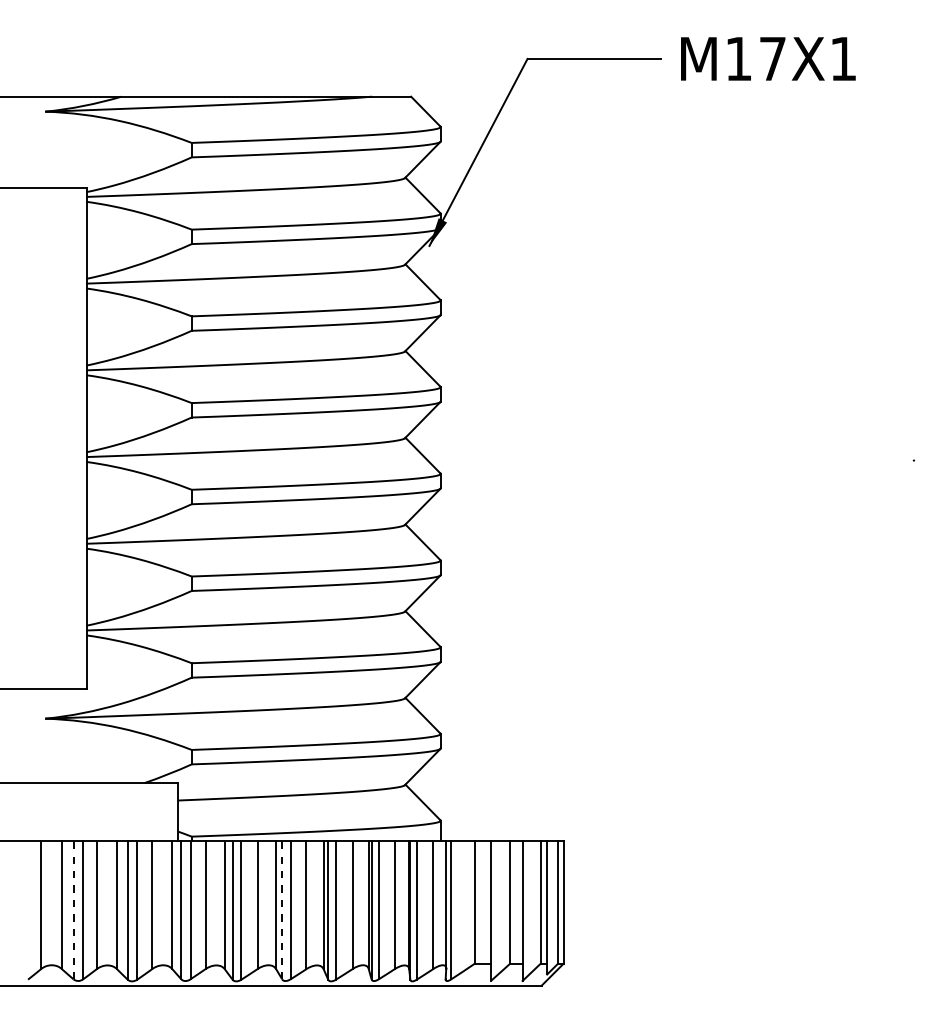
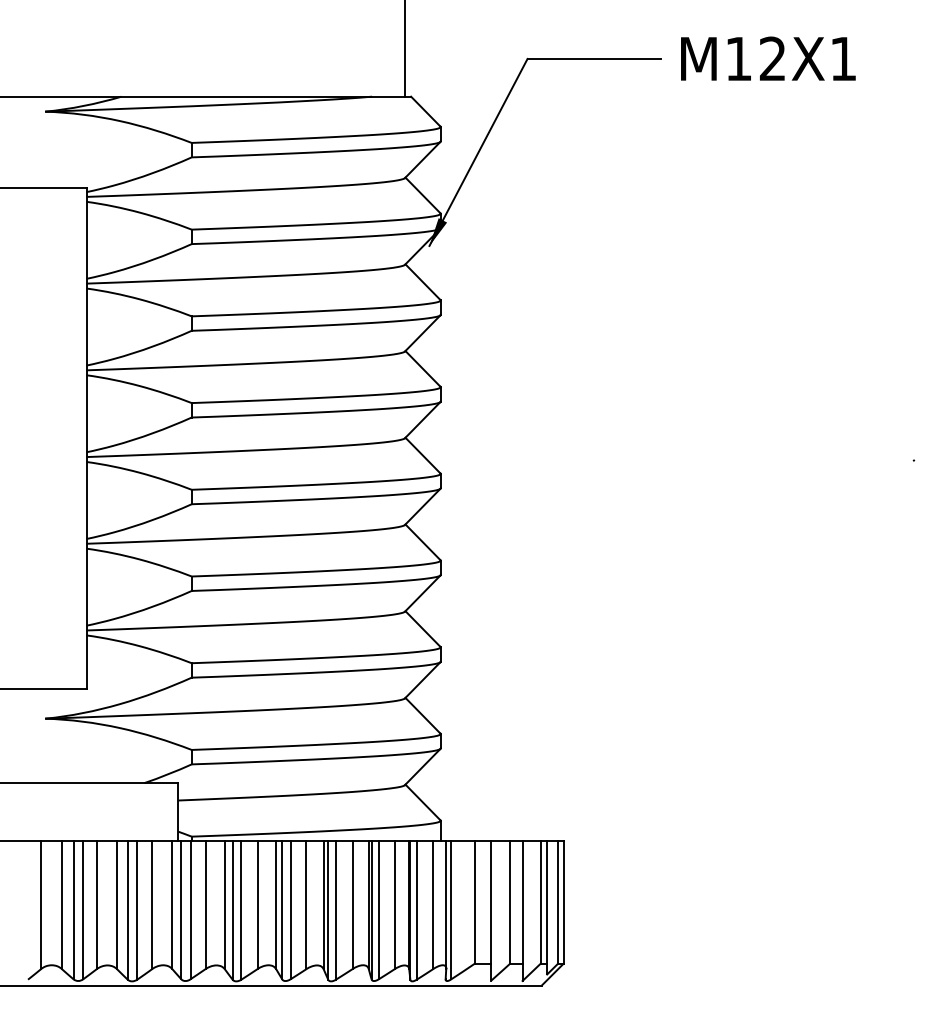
line at (404, 49): none -> present
text at (772, 58): M17X1 -> M12X1
line at (73, 909): dashed -> solid
line at (282, 909): dashed -> solid
